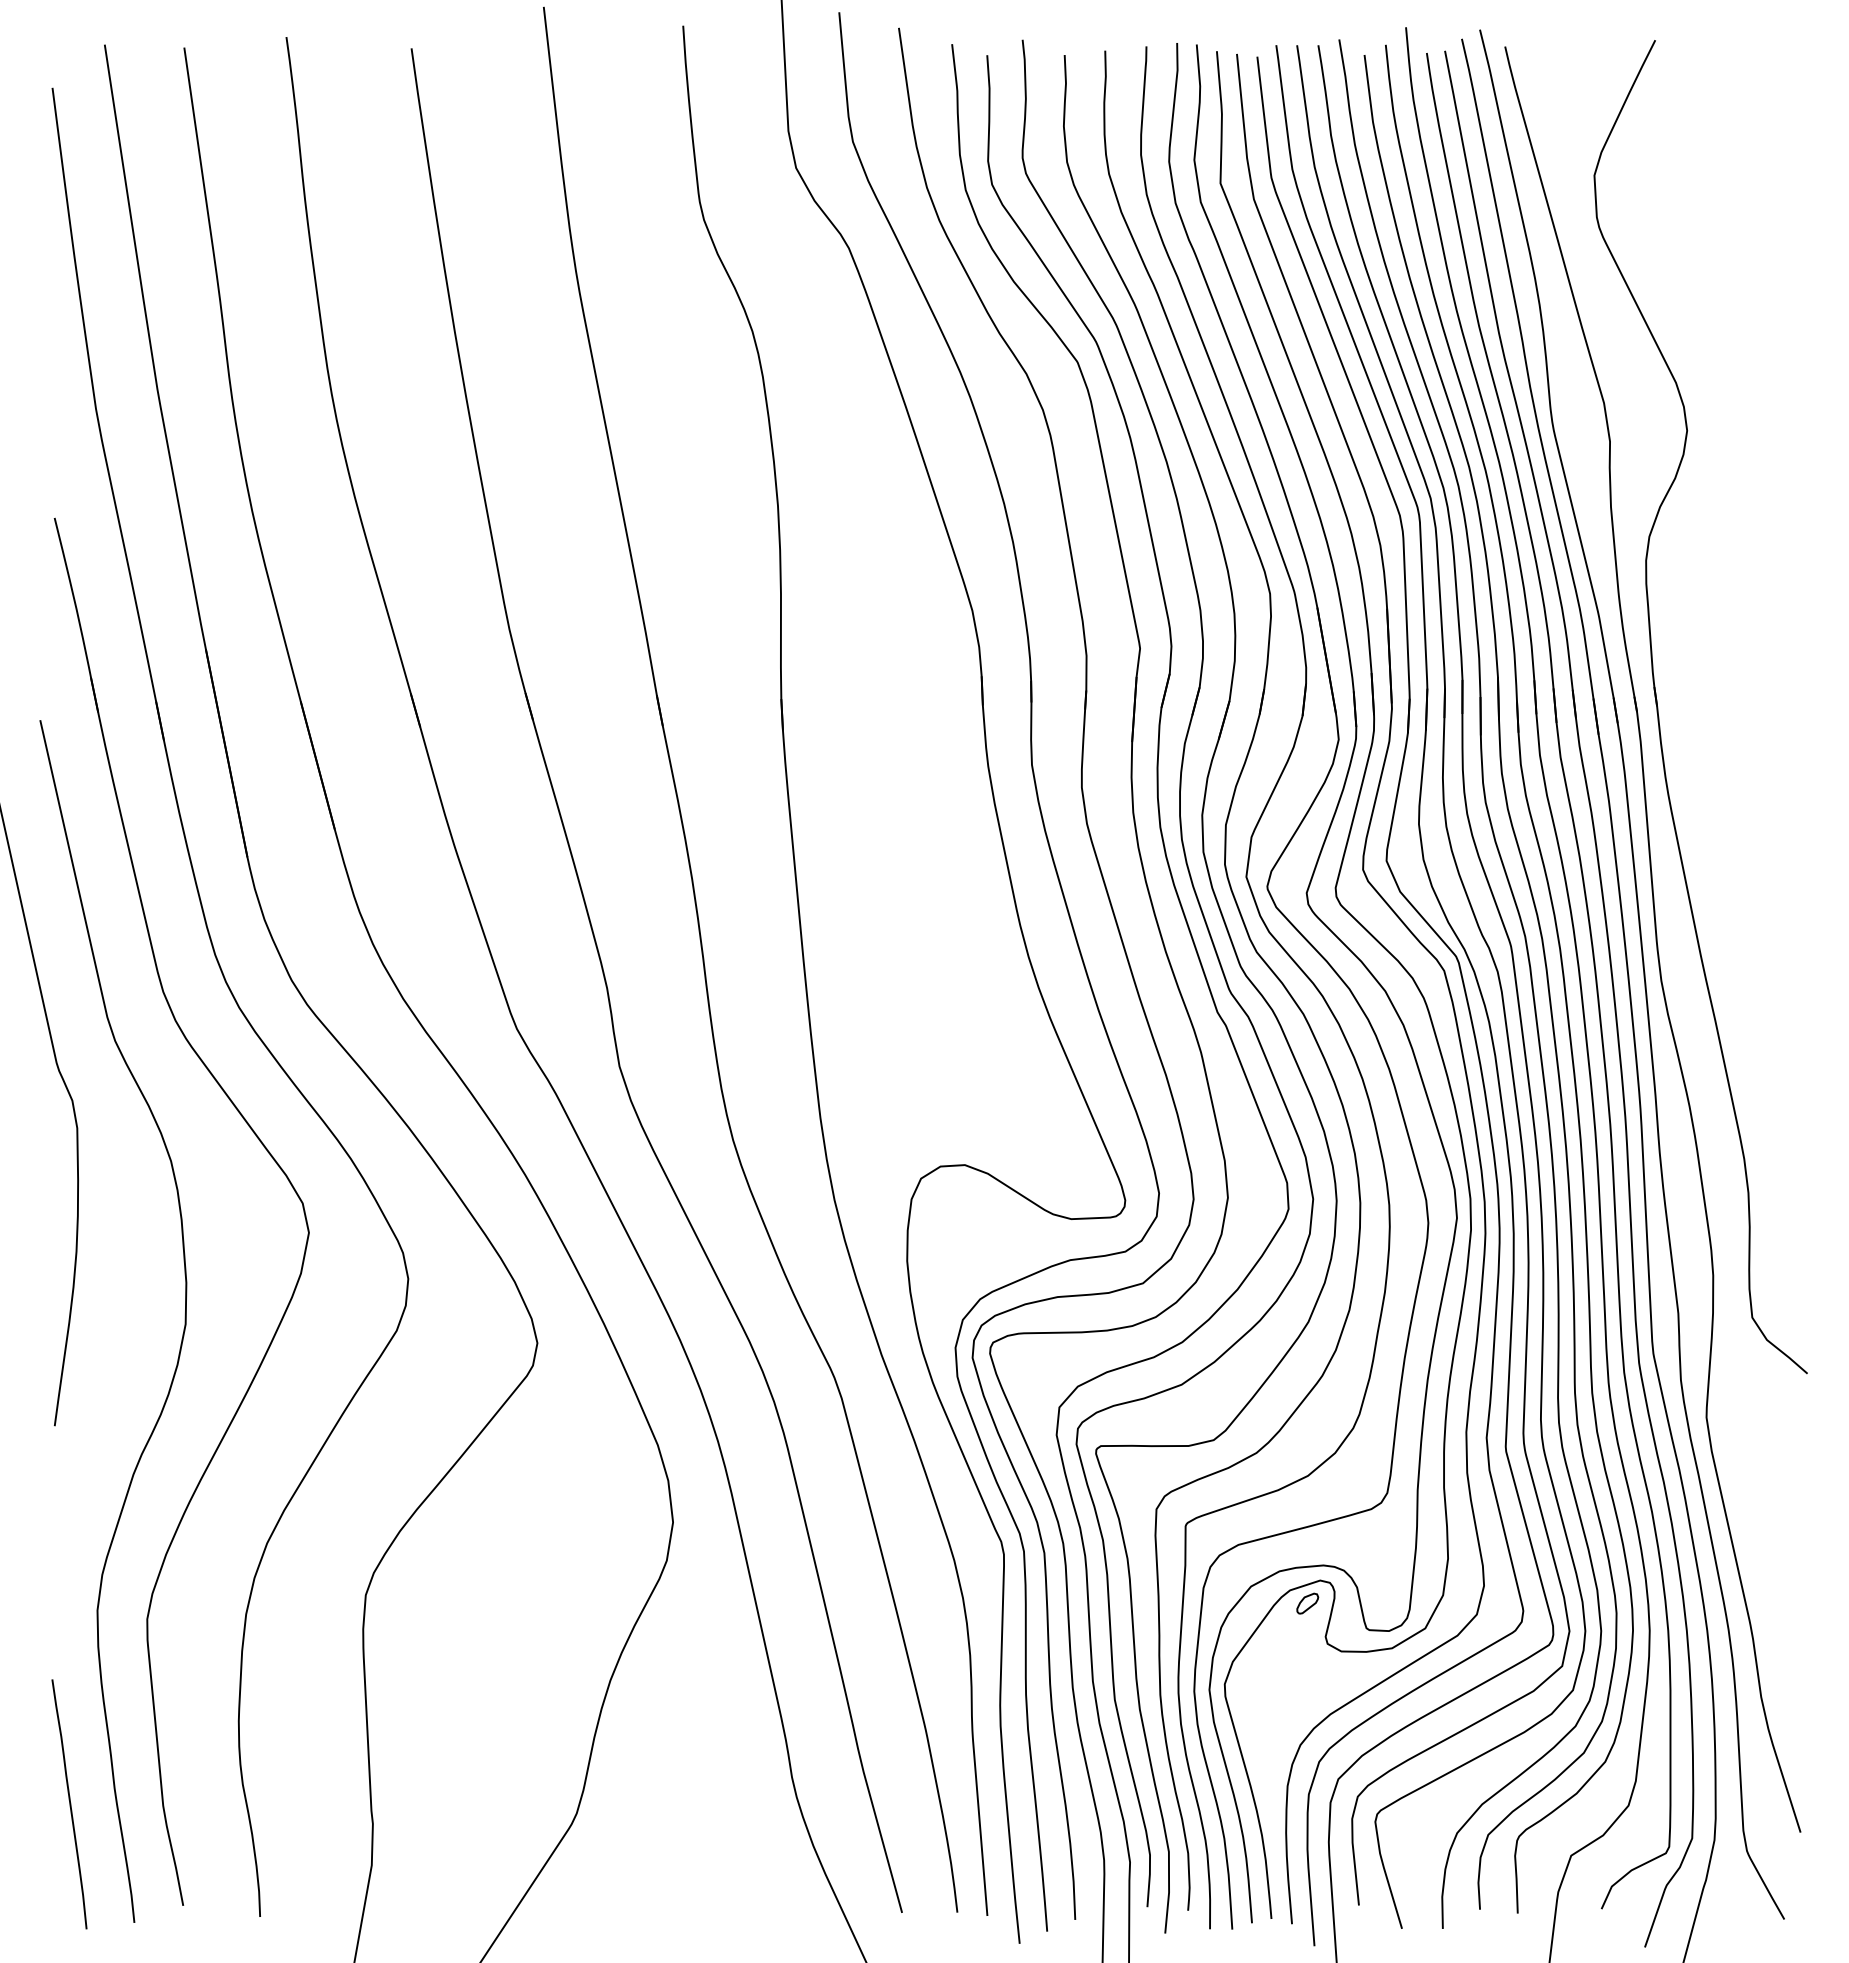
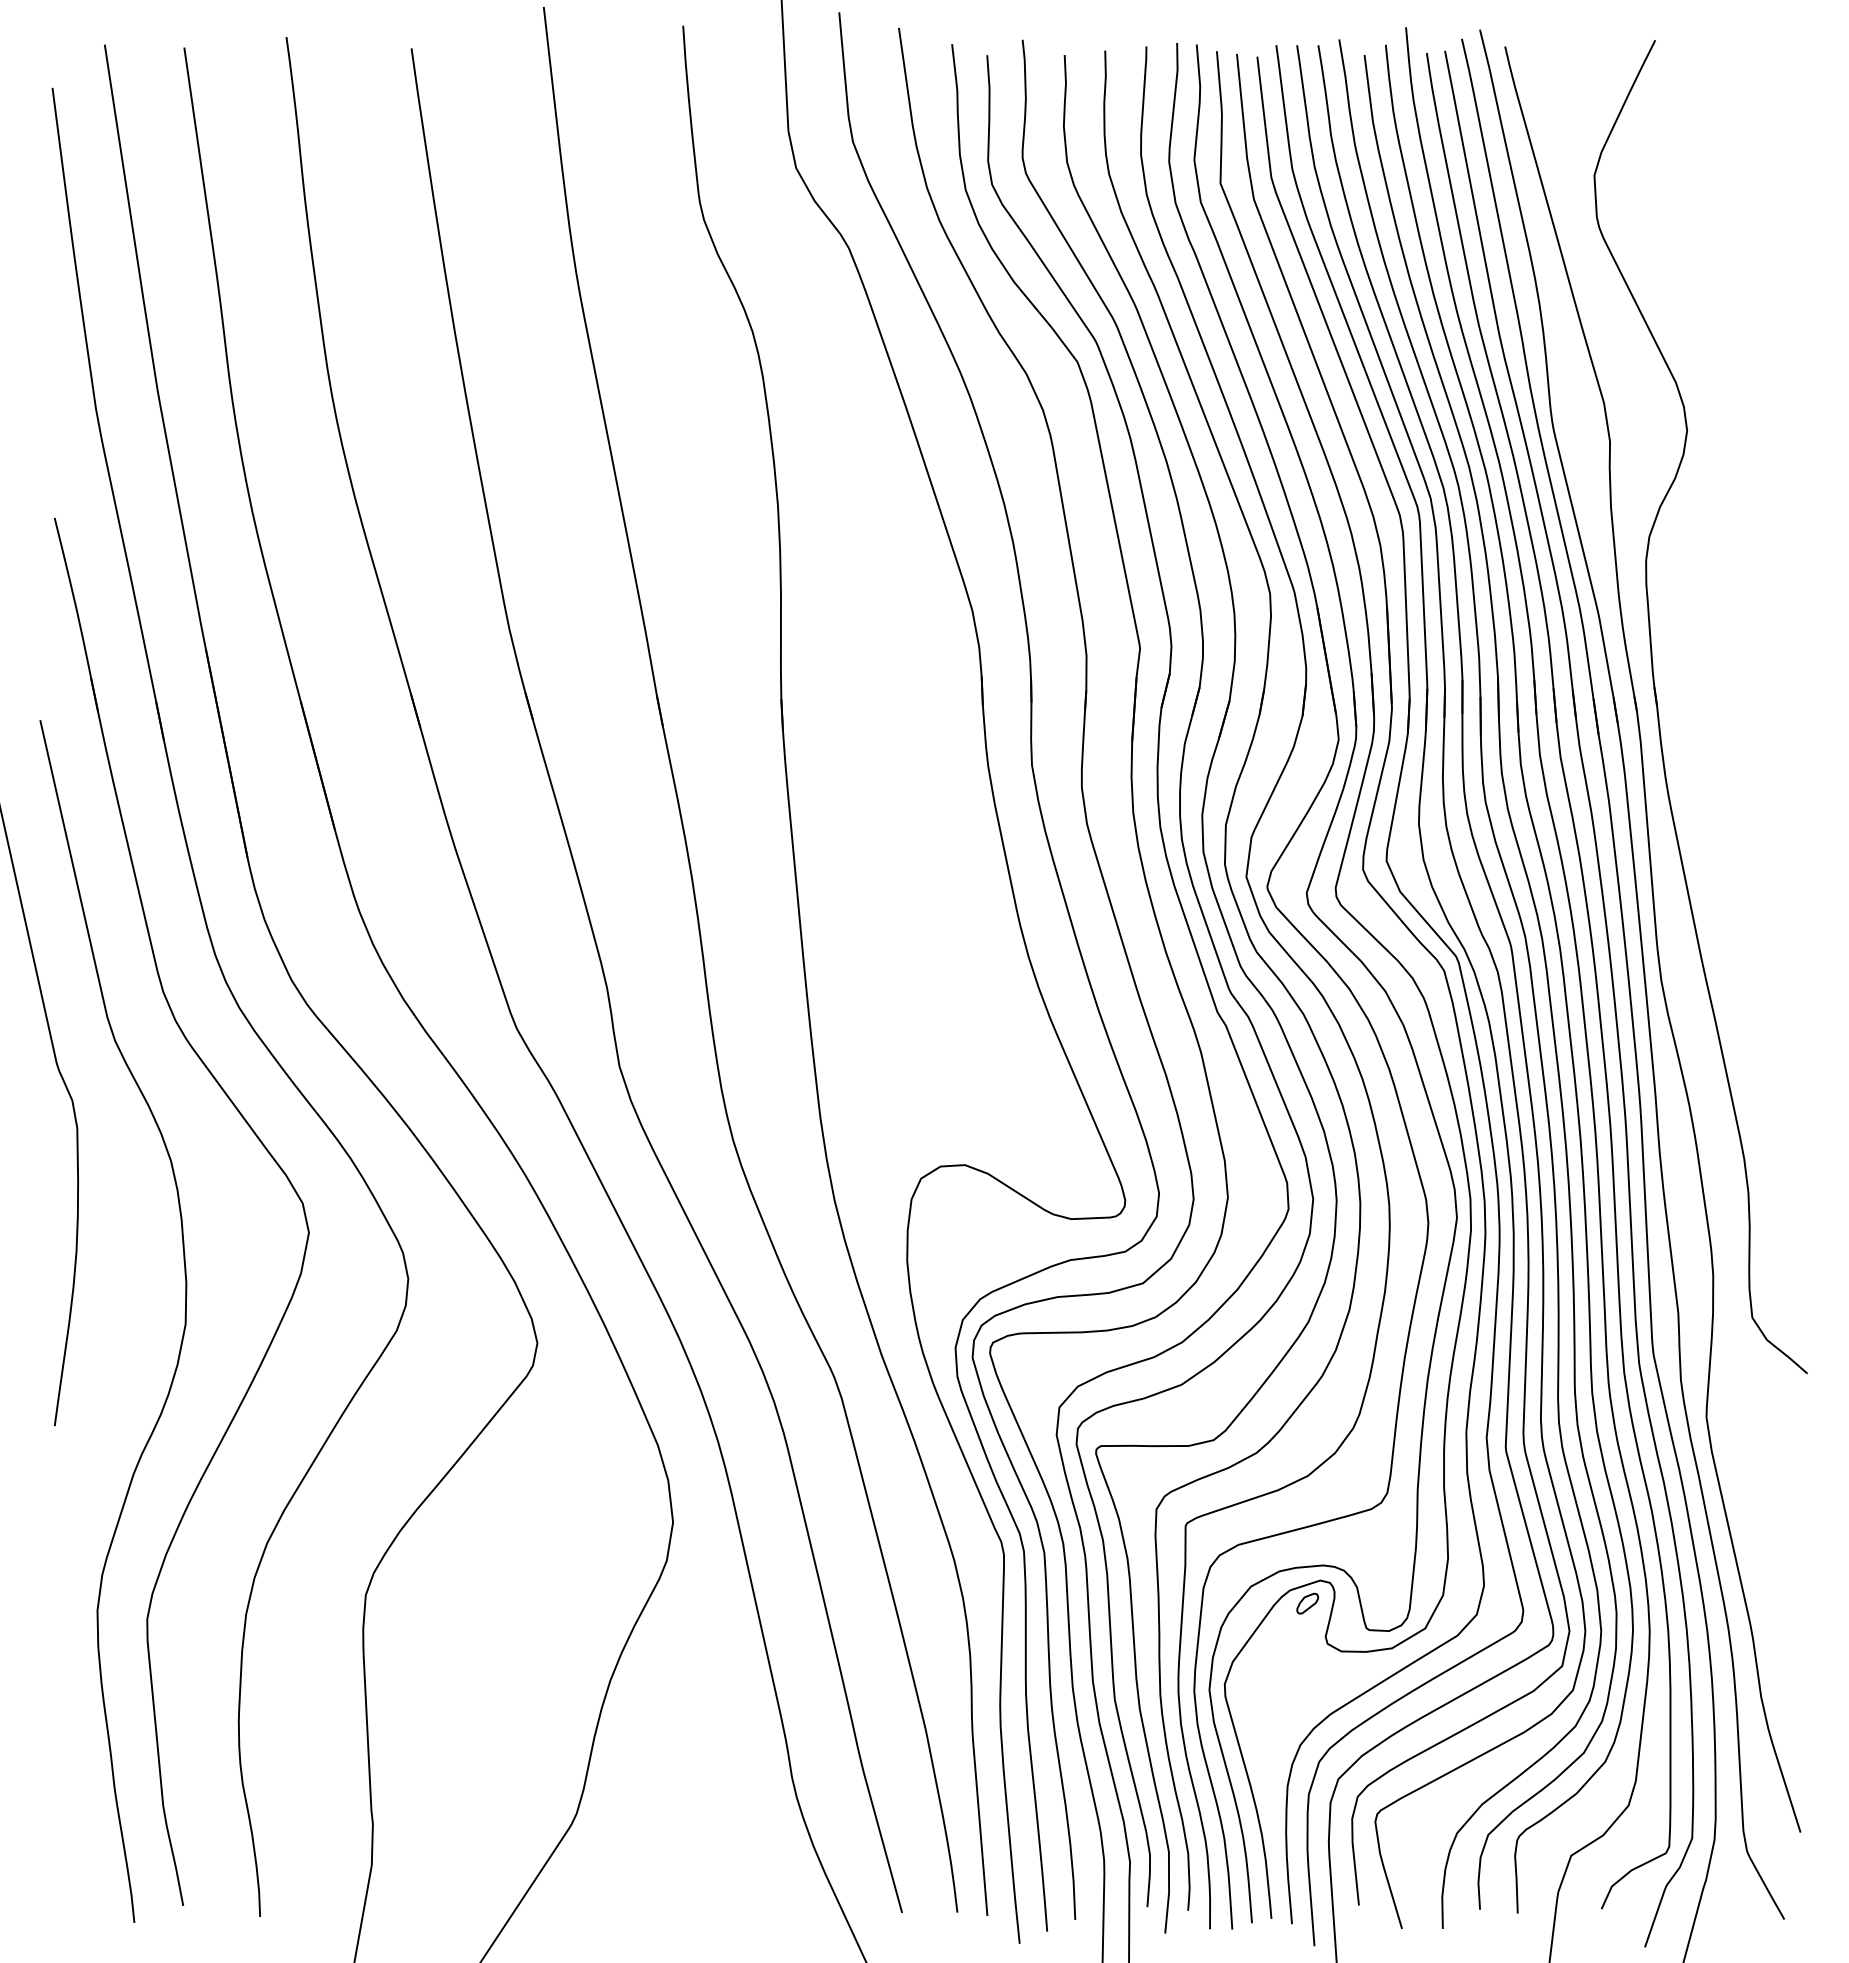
curve at (69, 1804): present -> none
